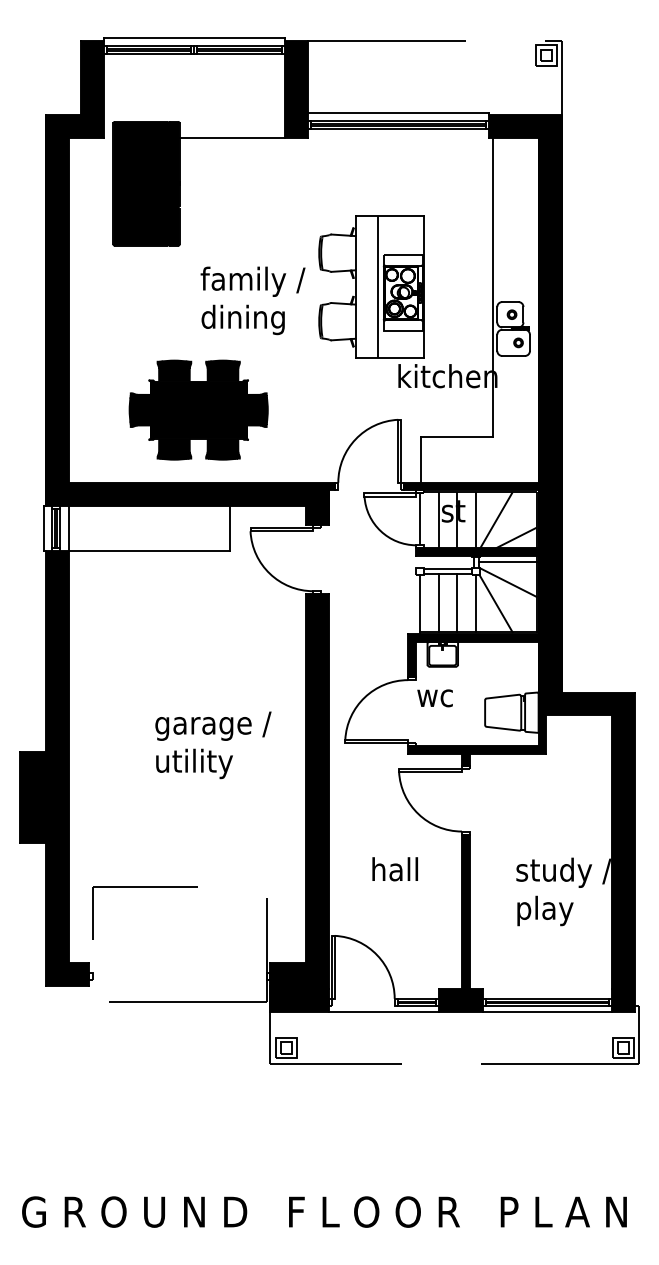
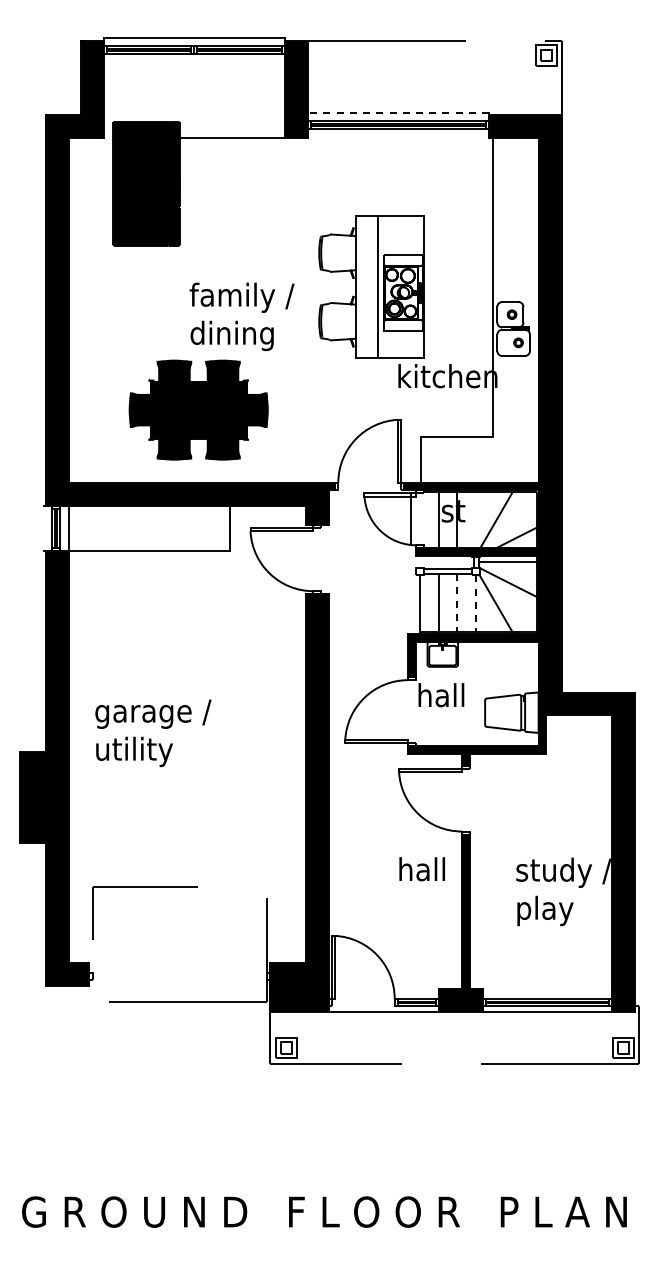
line at (398, 112): solid -> dashed
text at (252, 300) position: (252, 300) -> (241, 316)
line at (419, 519) position: (419, 519) -> (410, 519)
line at (476, 520): present -> none
line at (43, 528): present -> none
line at (457, 603): solid -> dashed
line at (476, 603): solid -> dashed
text at (440, 695): wc -> hall
text at (213, 745) position: (213, 745) -> (153, 733)
text at (394, 869) position: (394, 869) -> (421, 869)
